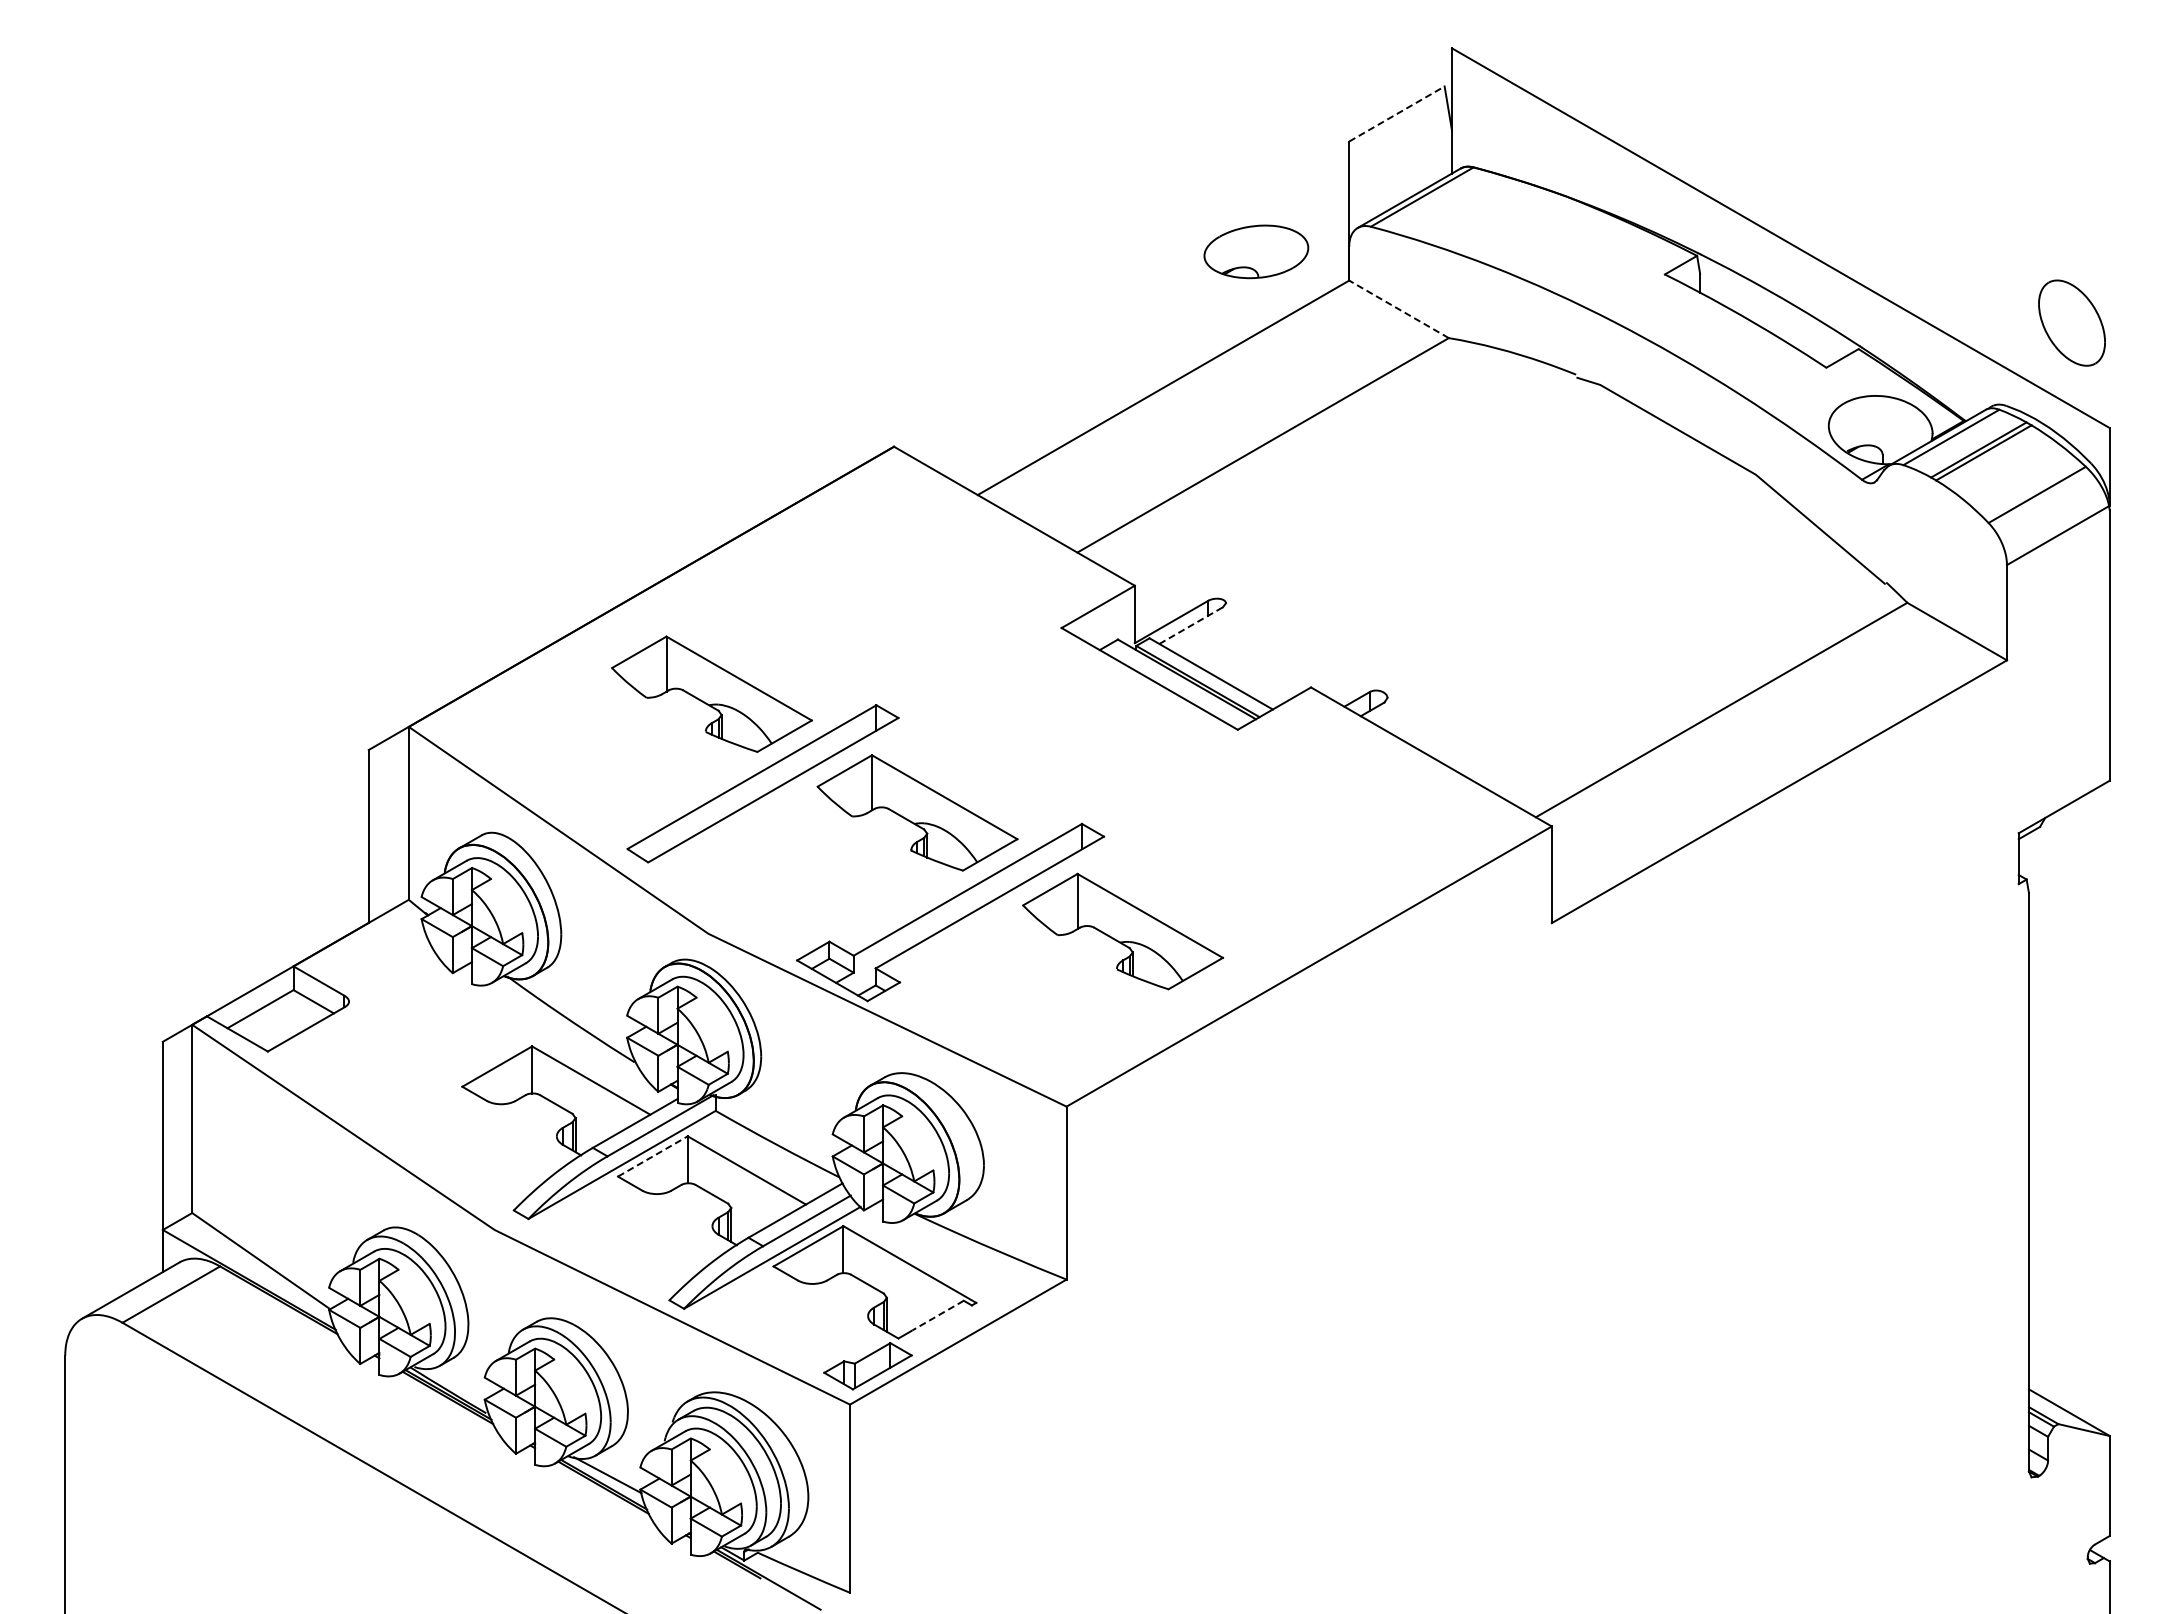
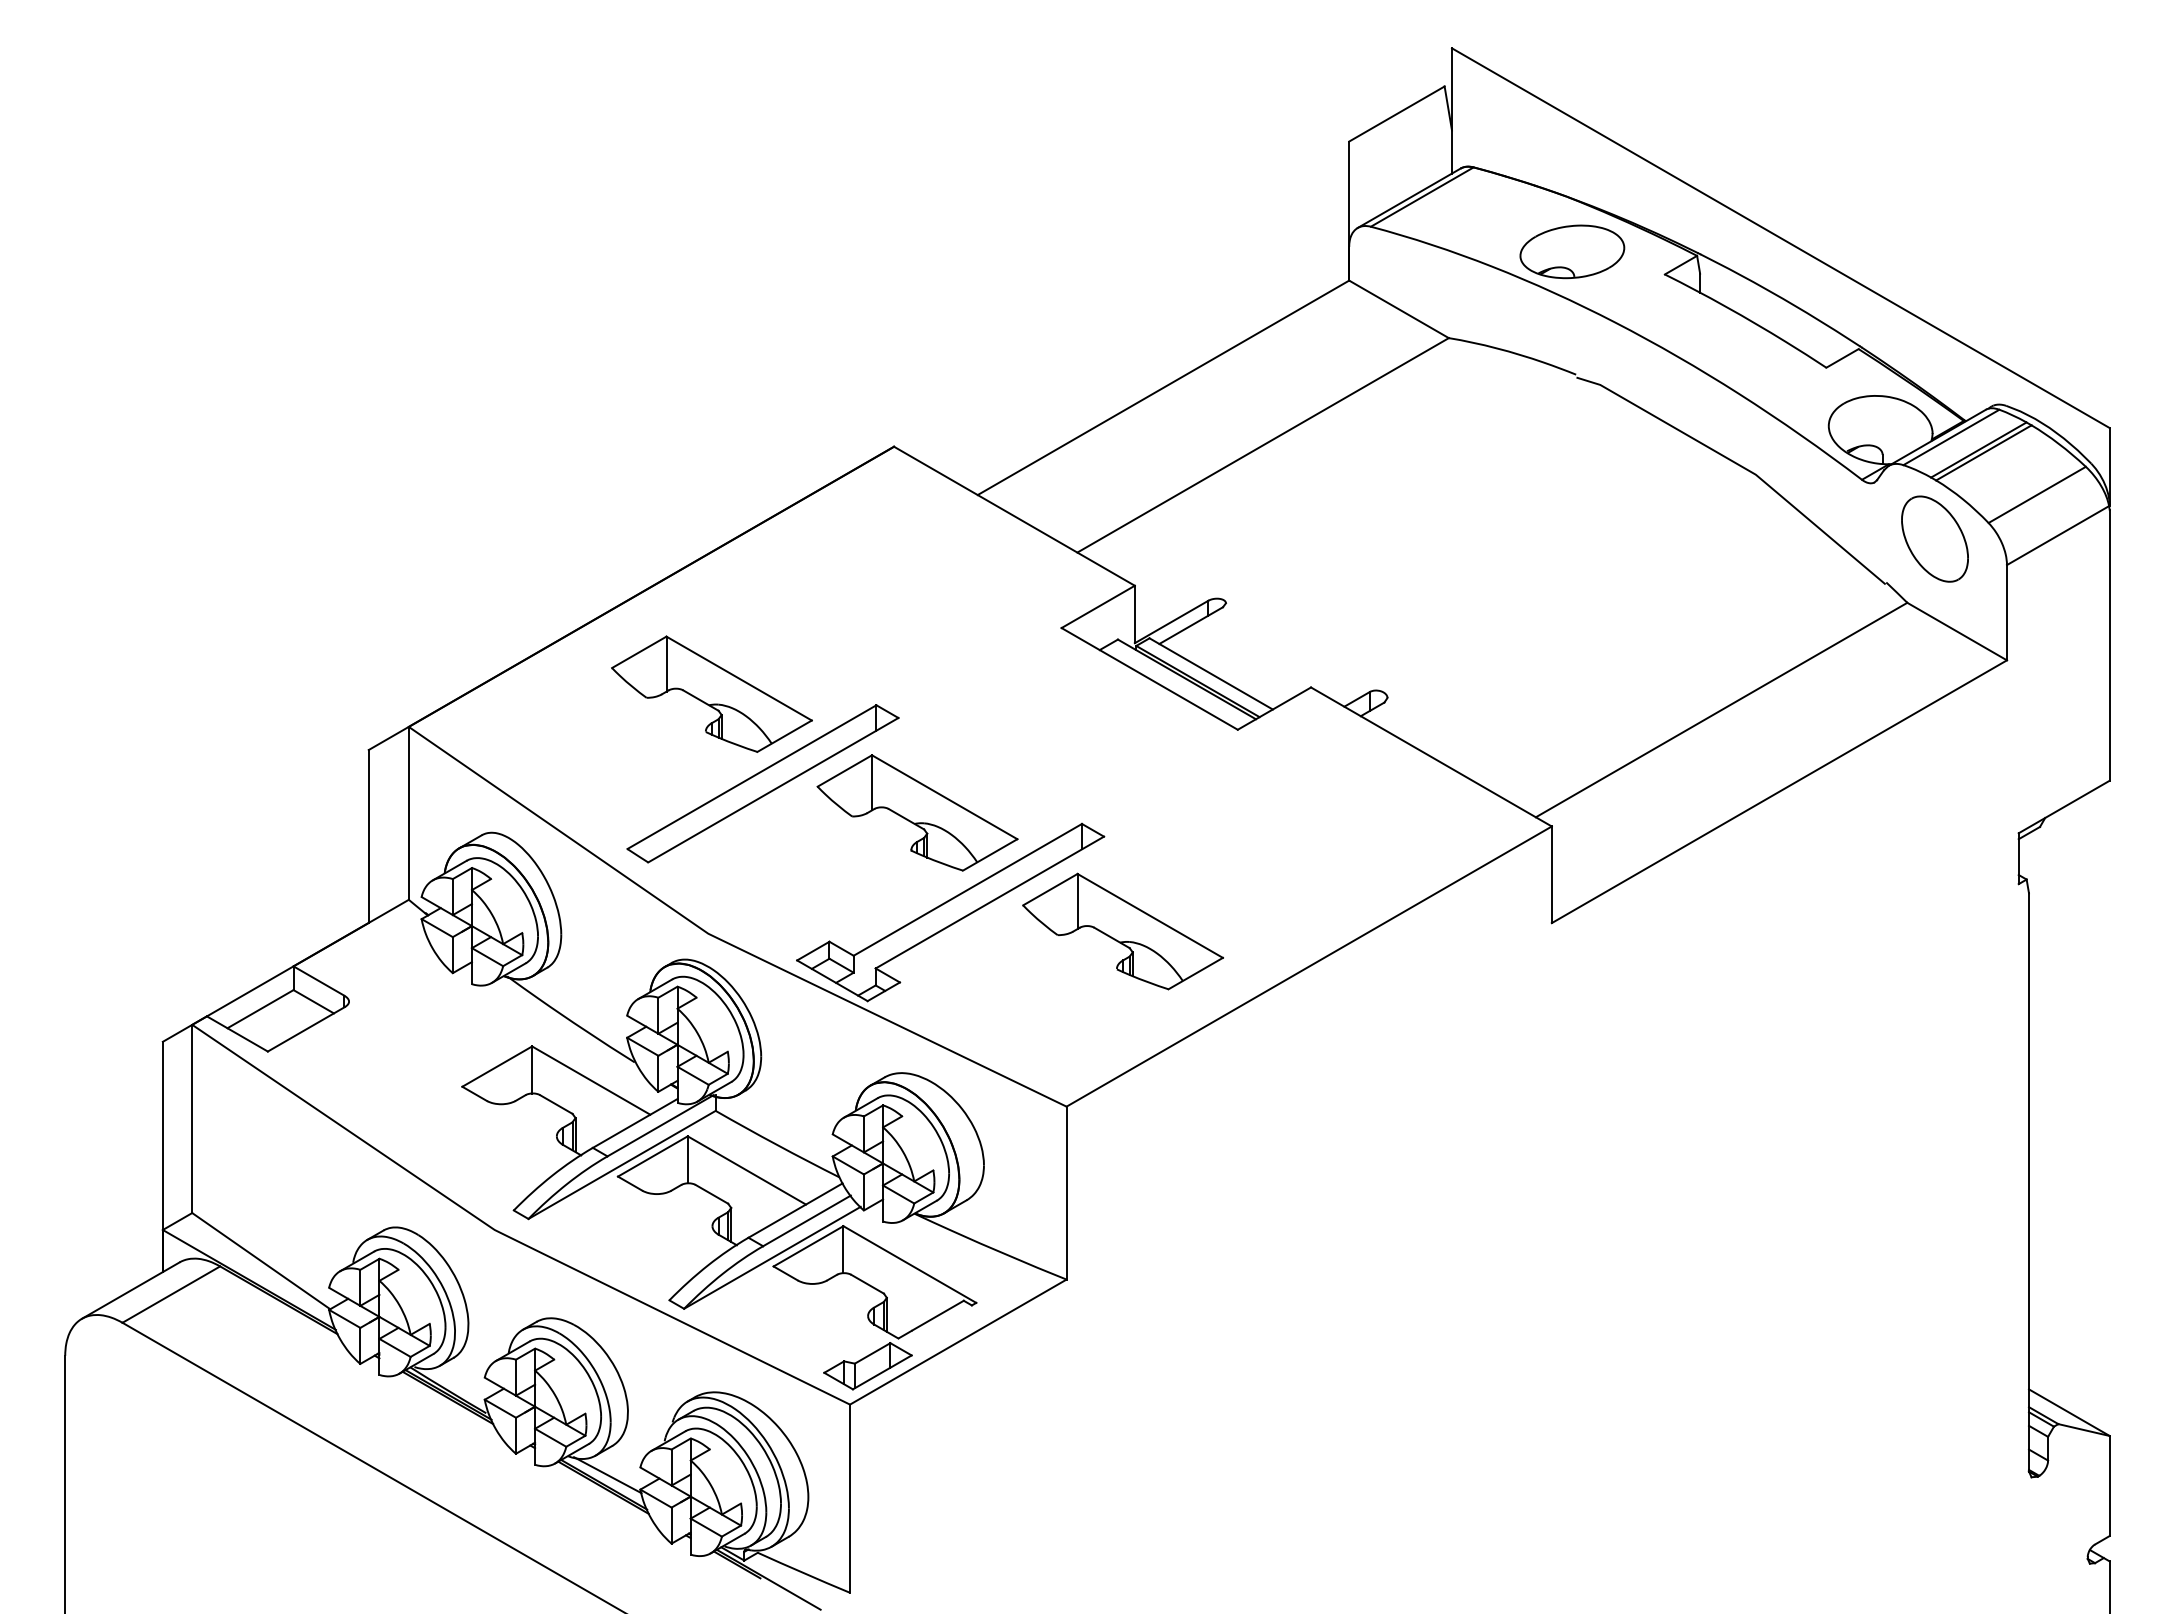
line at (1397, 113): dashed -> solid
part at (1256, 251) position: (1256, 251) -> (1572, 251)
line at (1399, 309): dashed -> solid
part at (2071, 322) position: (2071, 322) -> (1934, 538)
line at (1191, 625): dashed -> solid
line at (653, 1156): dashed -> solid
line at (938, 1315): dashed -> solid
